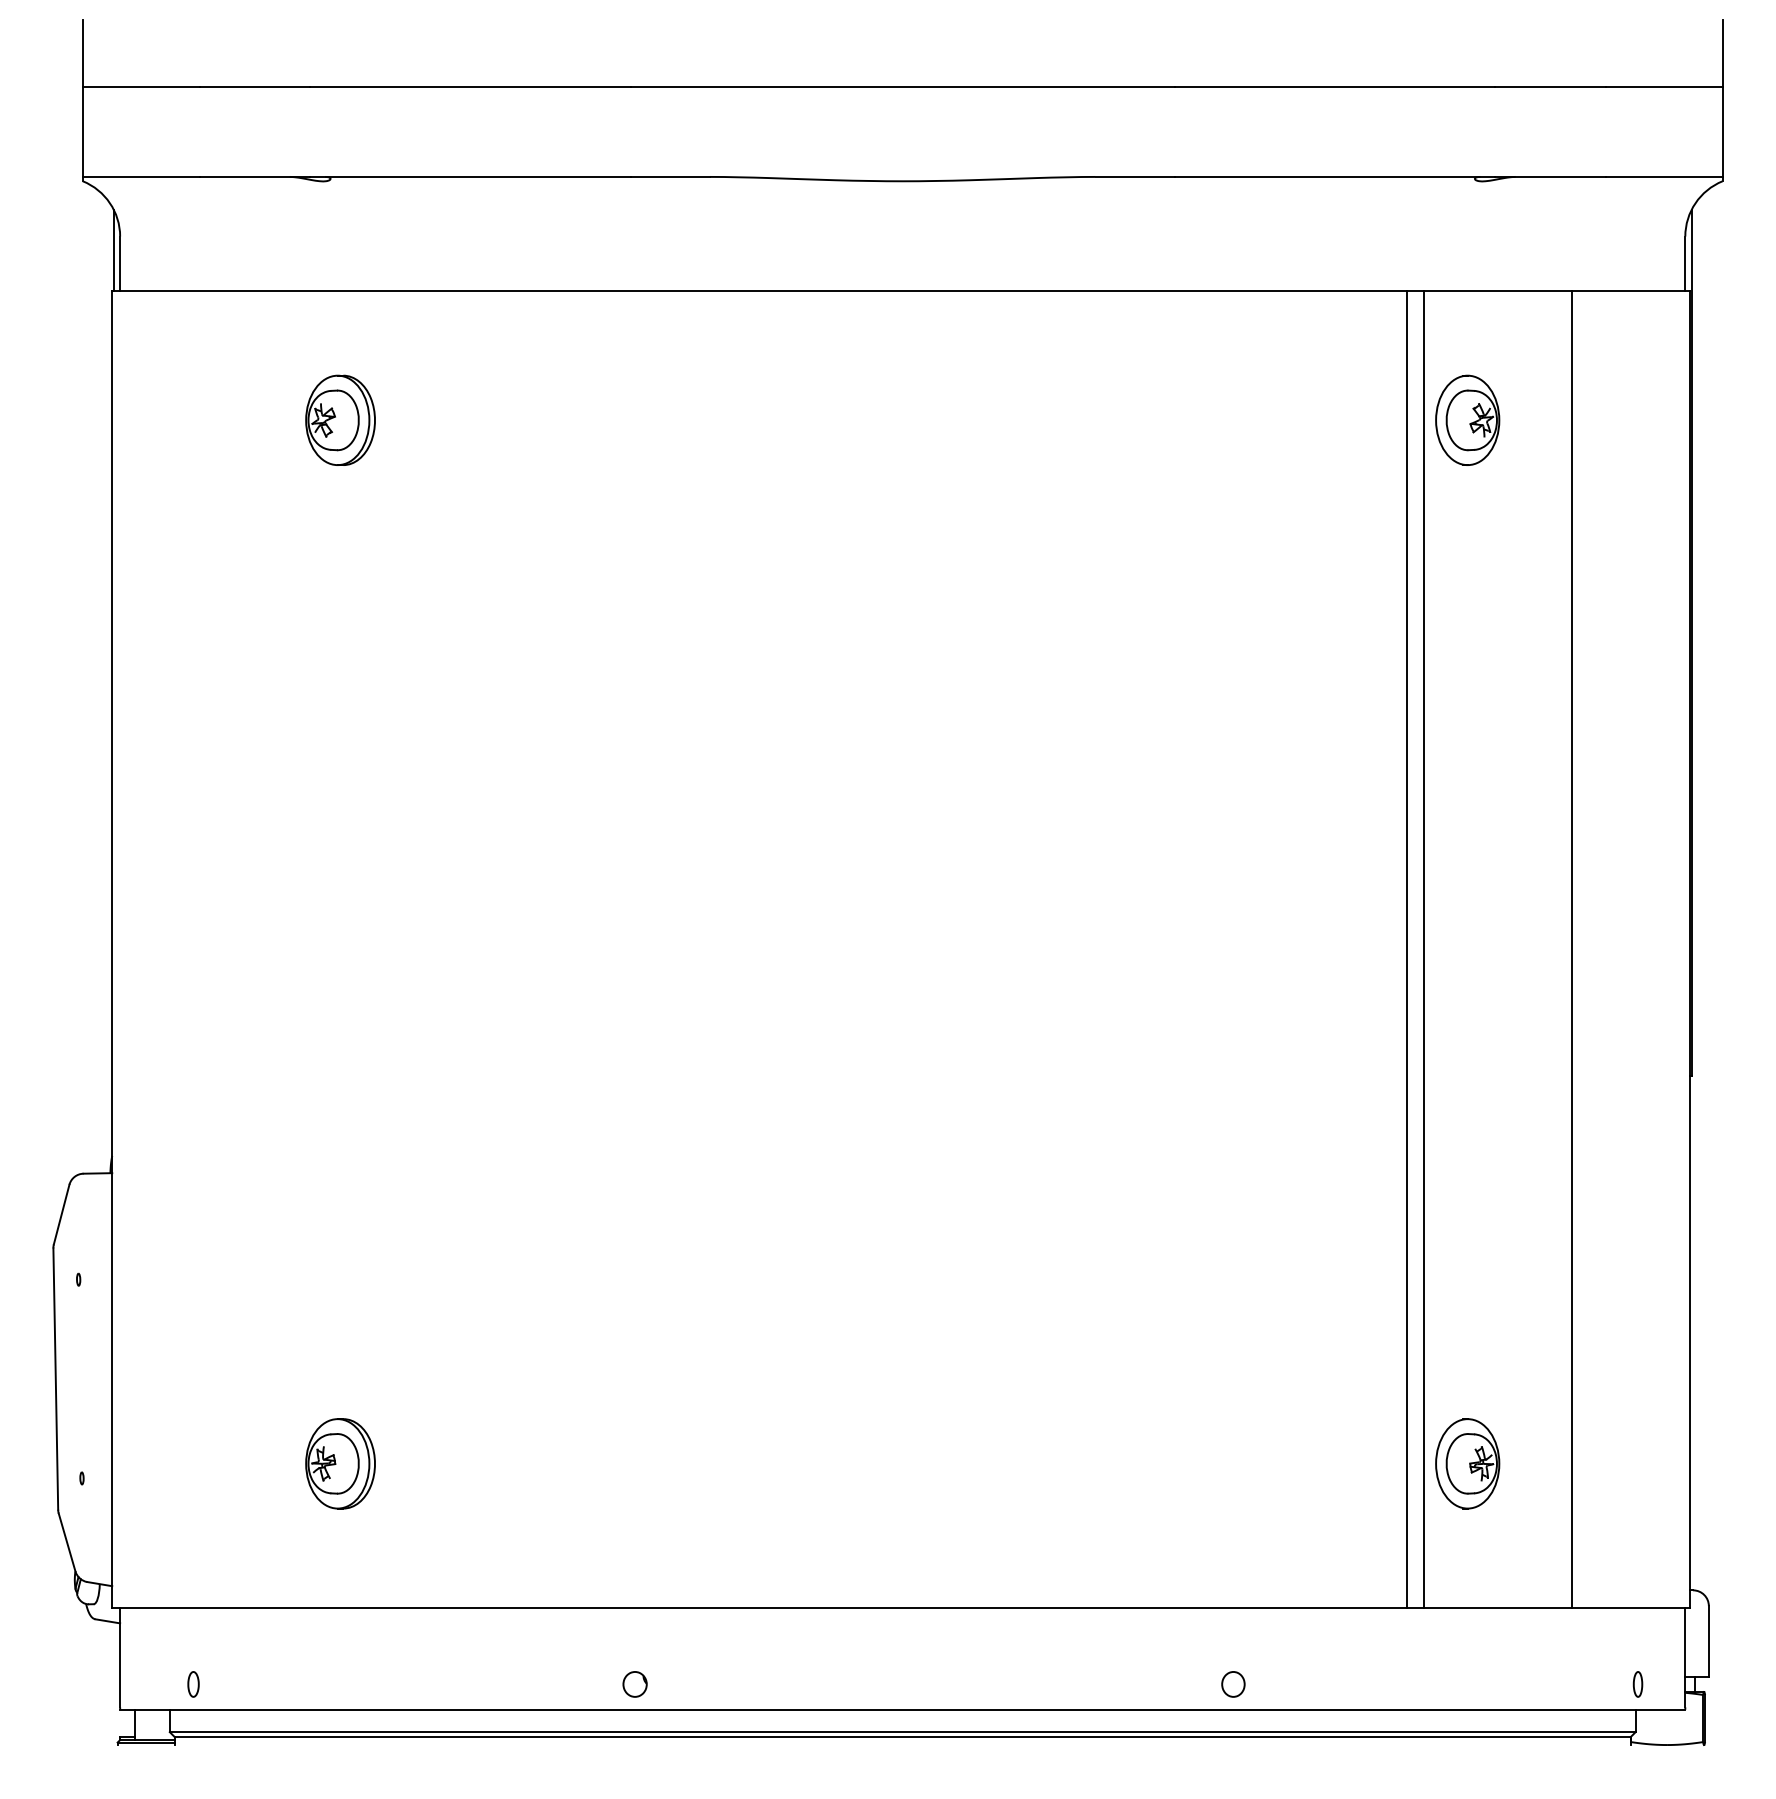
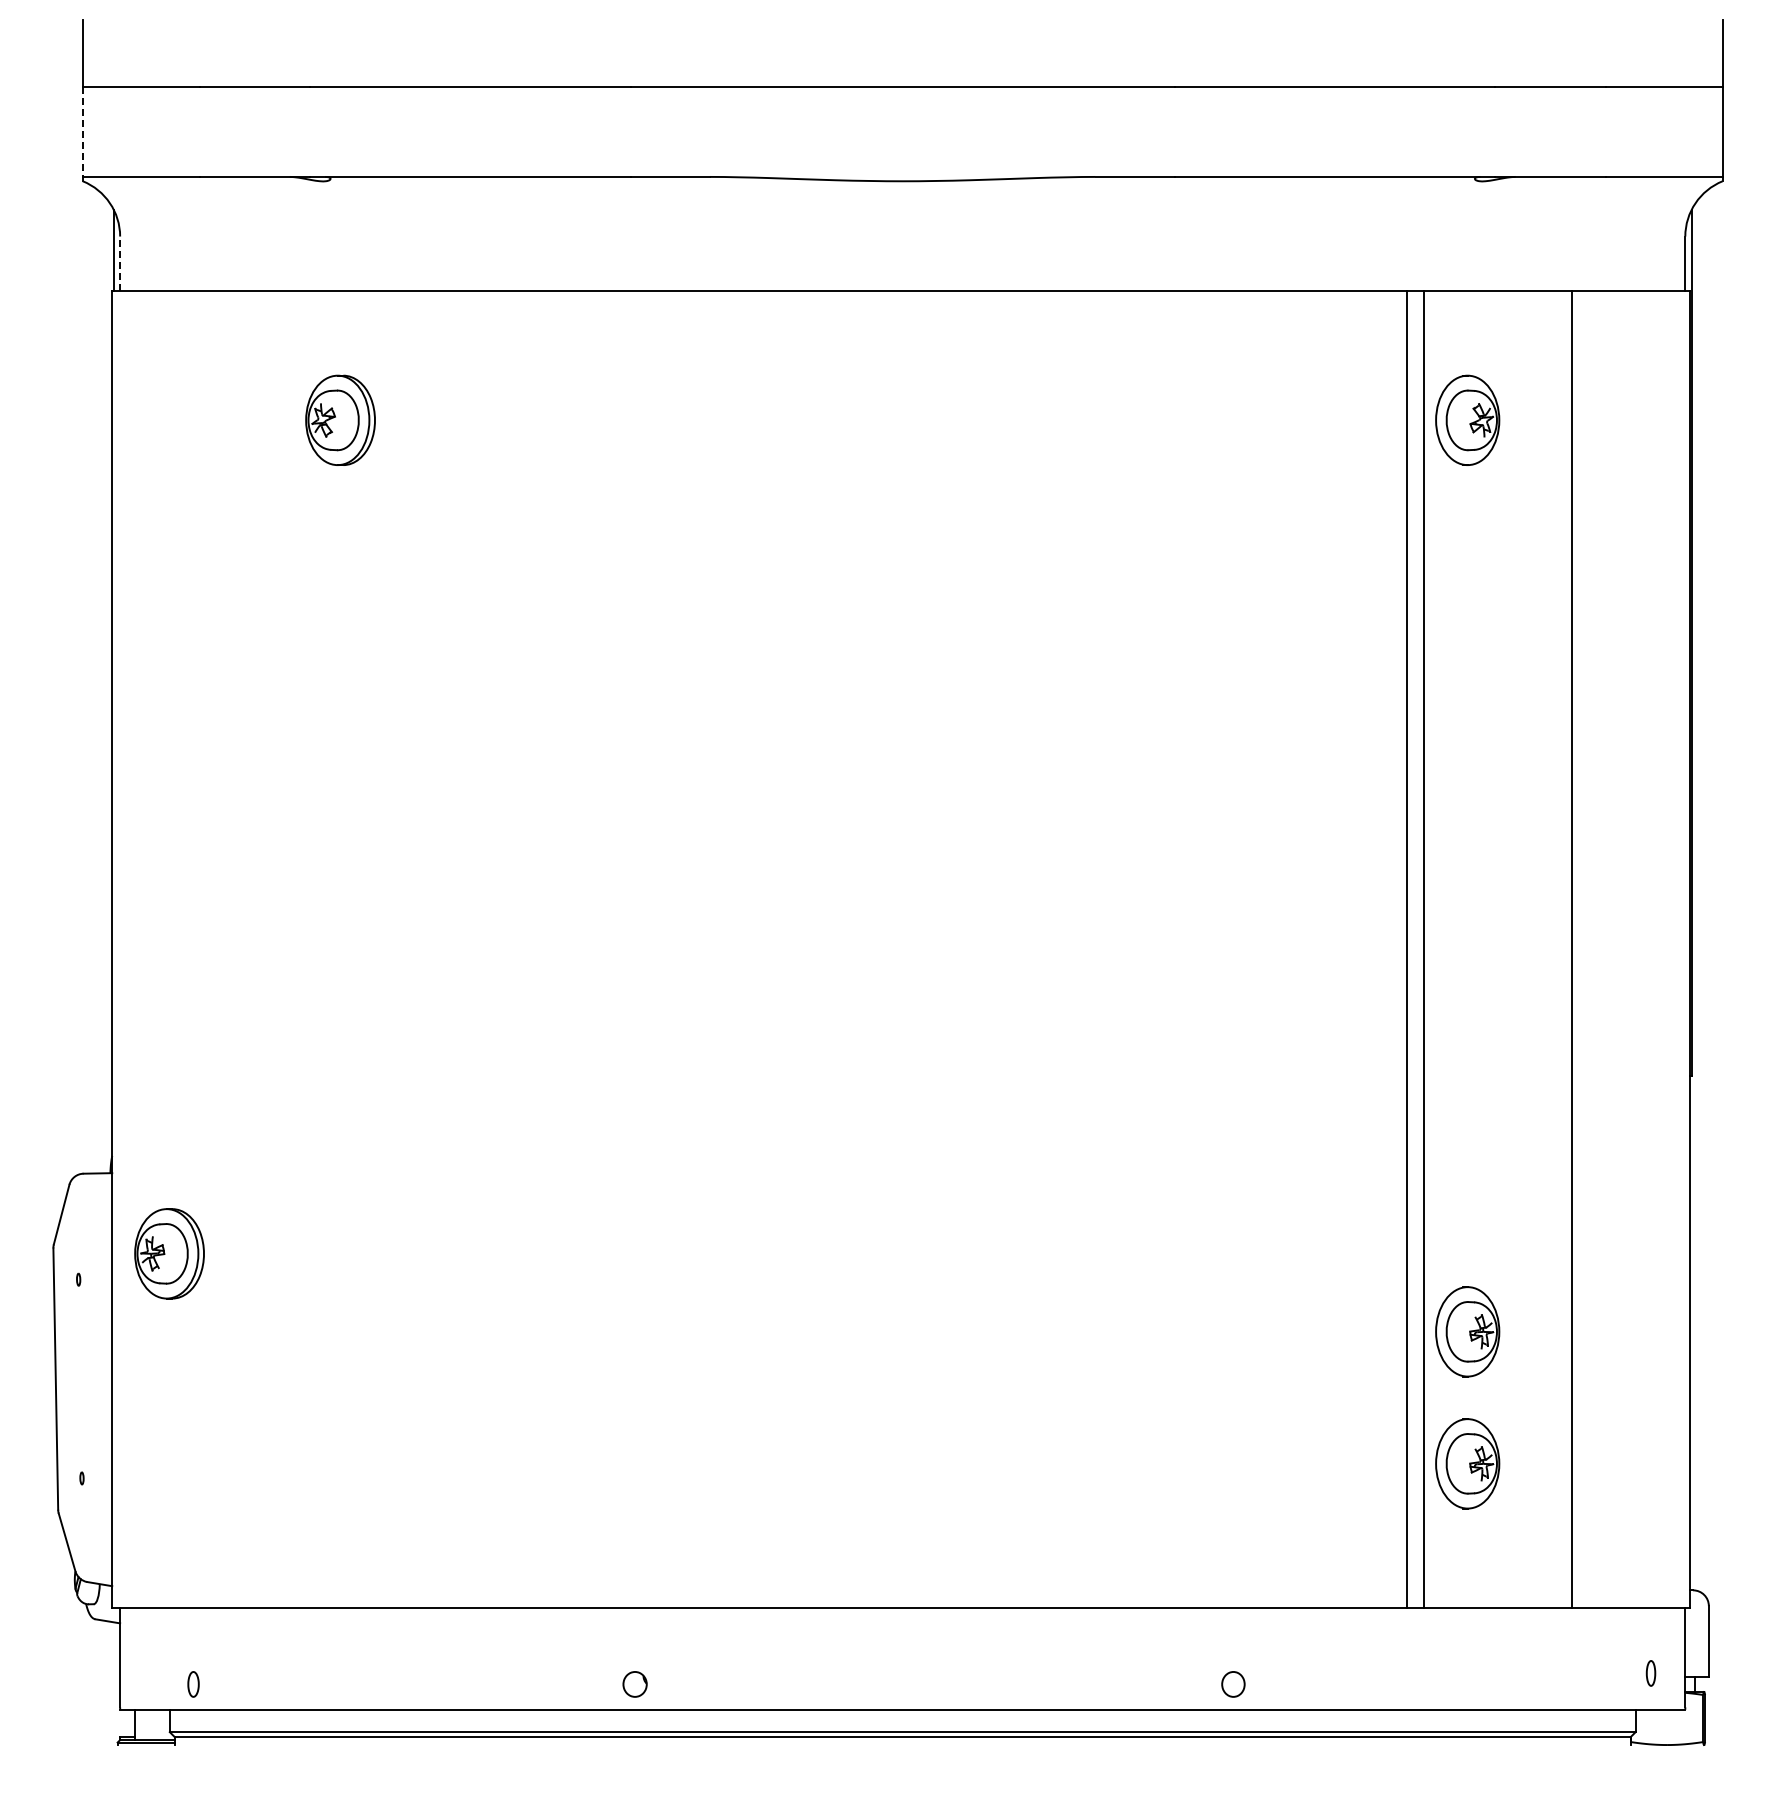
line at (82, 132): solid -> dashed
line at (120, 263): solid -> dashed
part at (1467, 1331): none -> present
part at (340, 1463) position: (340, 1463) -> (169, 1253)
part at (1637, 1684) position: (1637, 1684) -> (1650, 1673)
